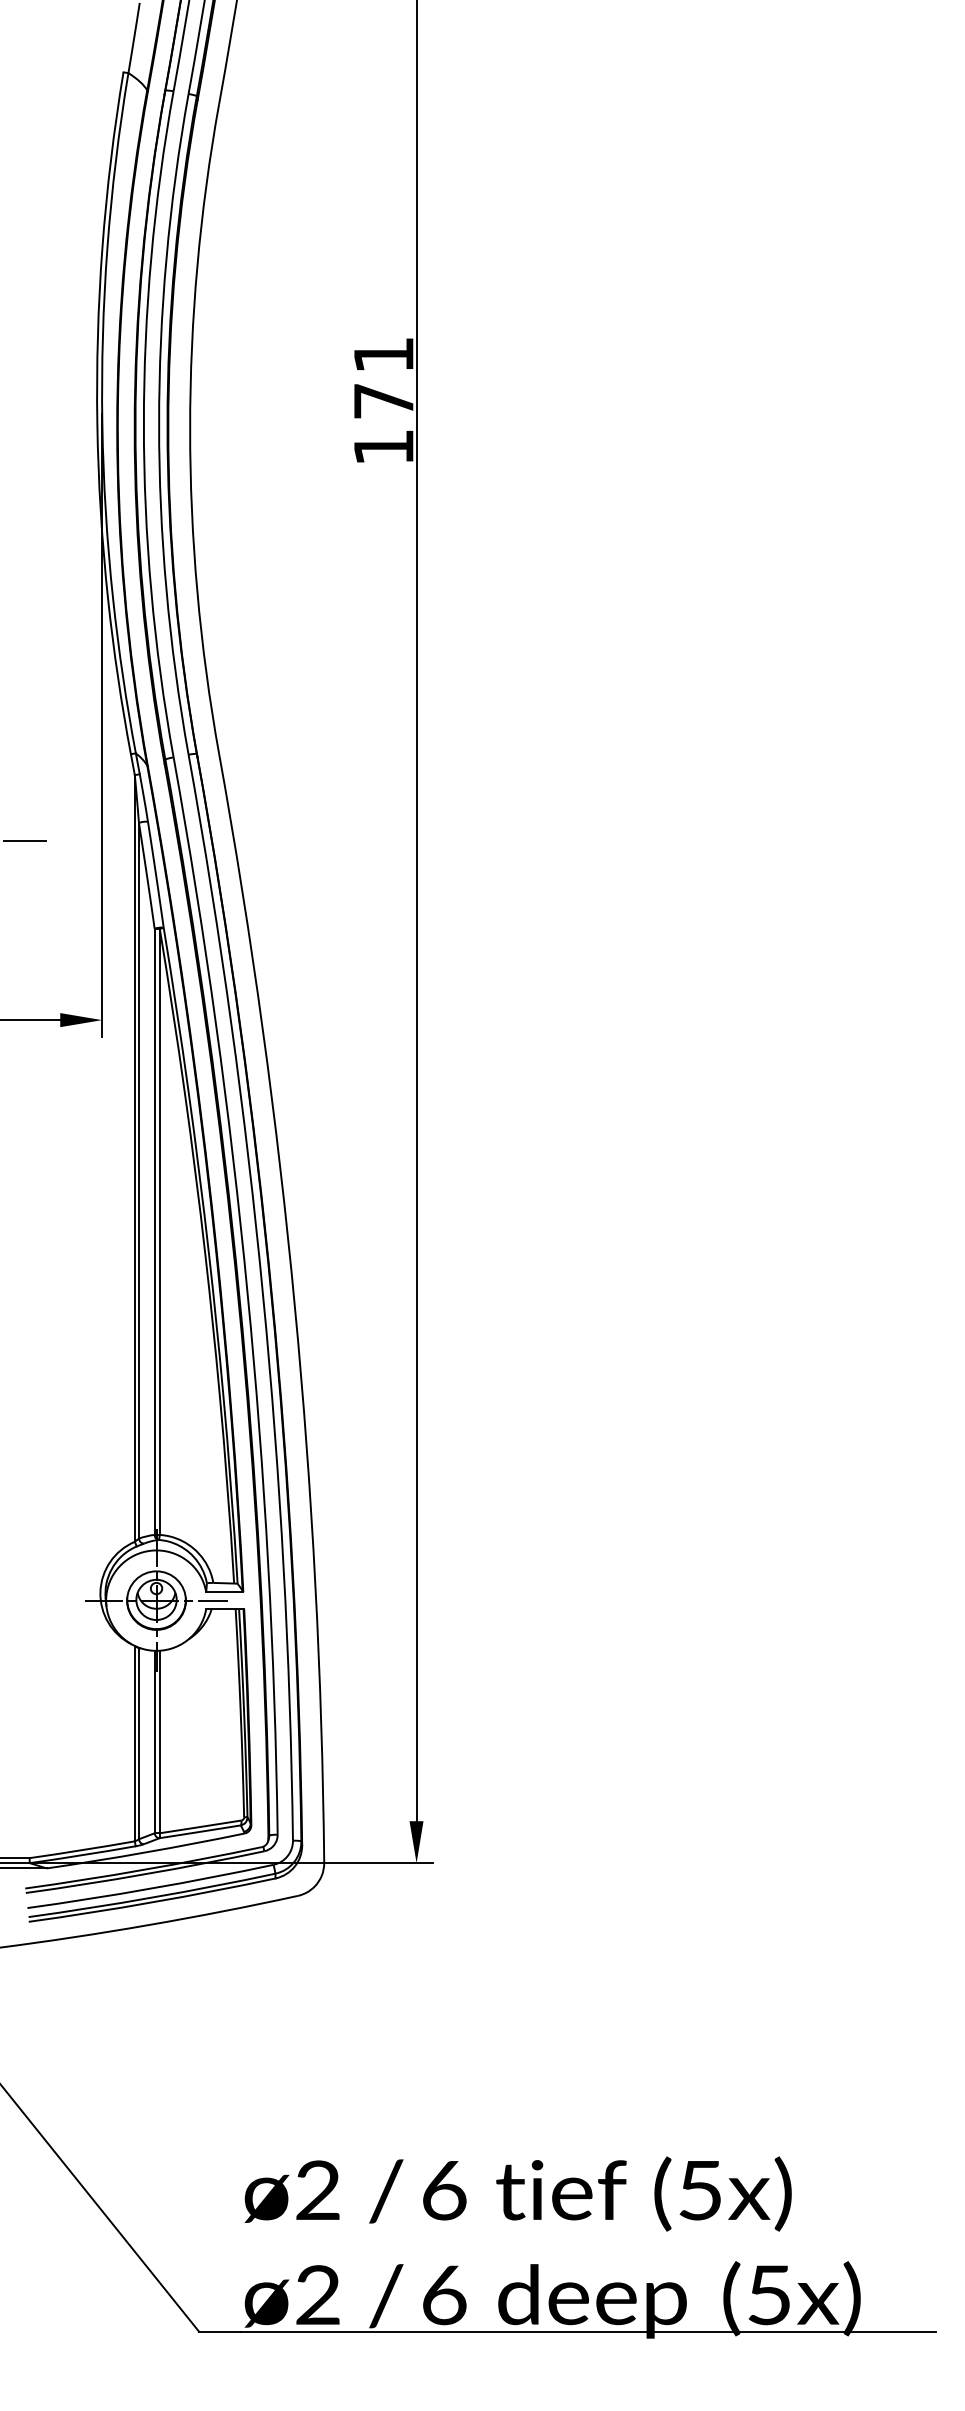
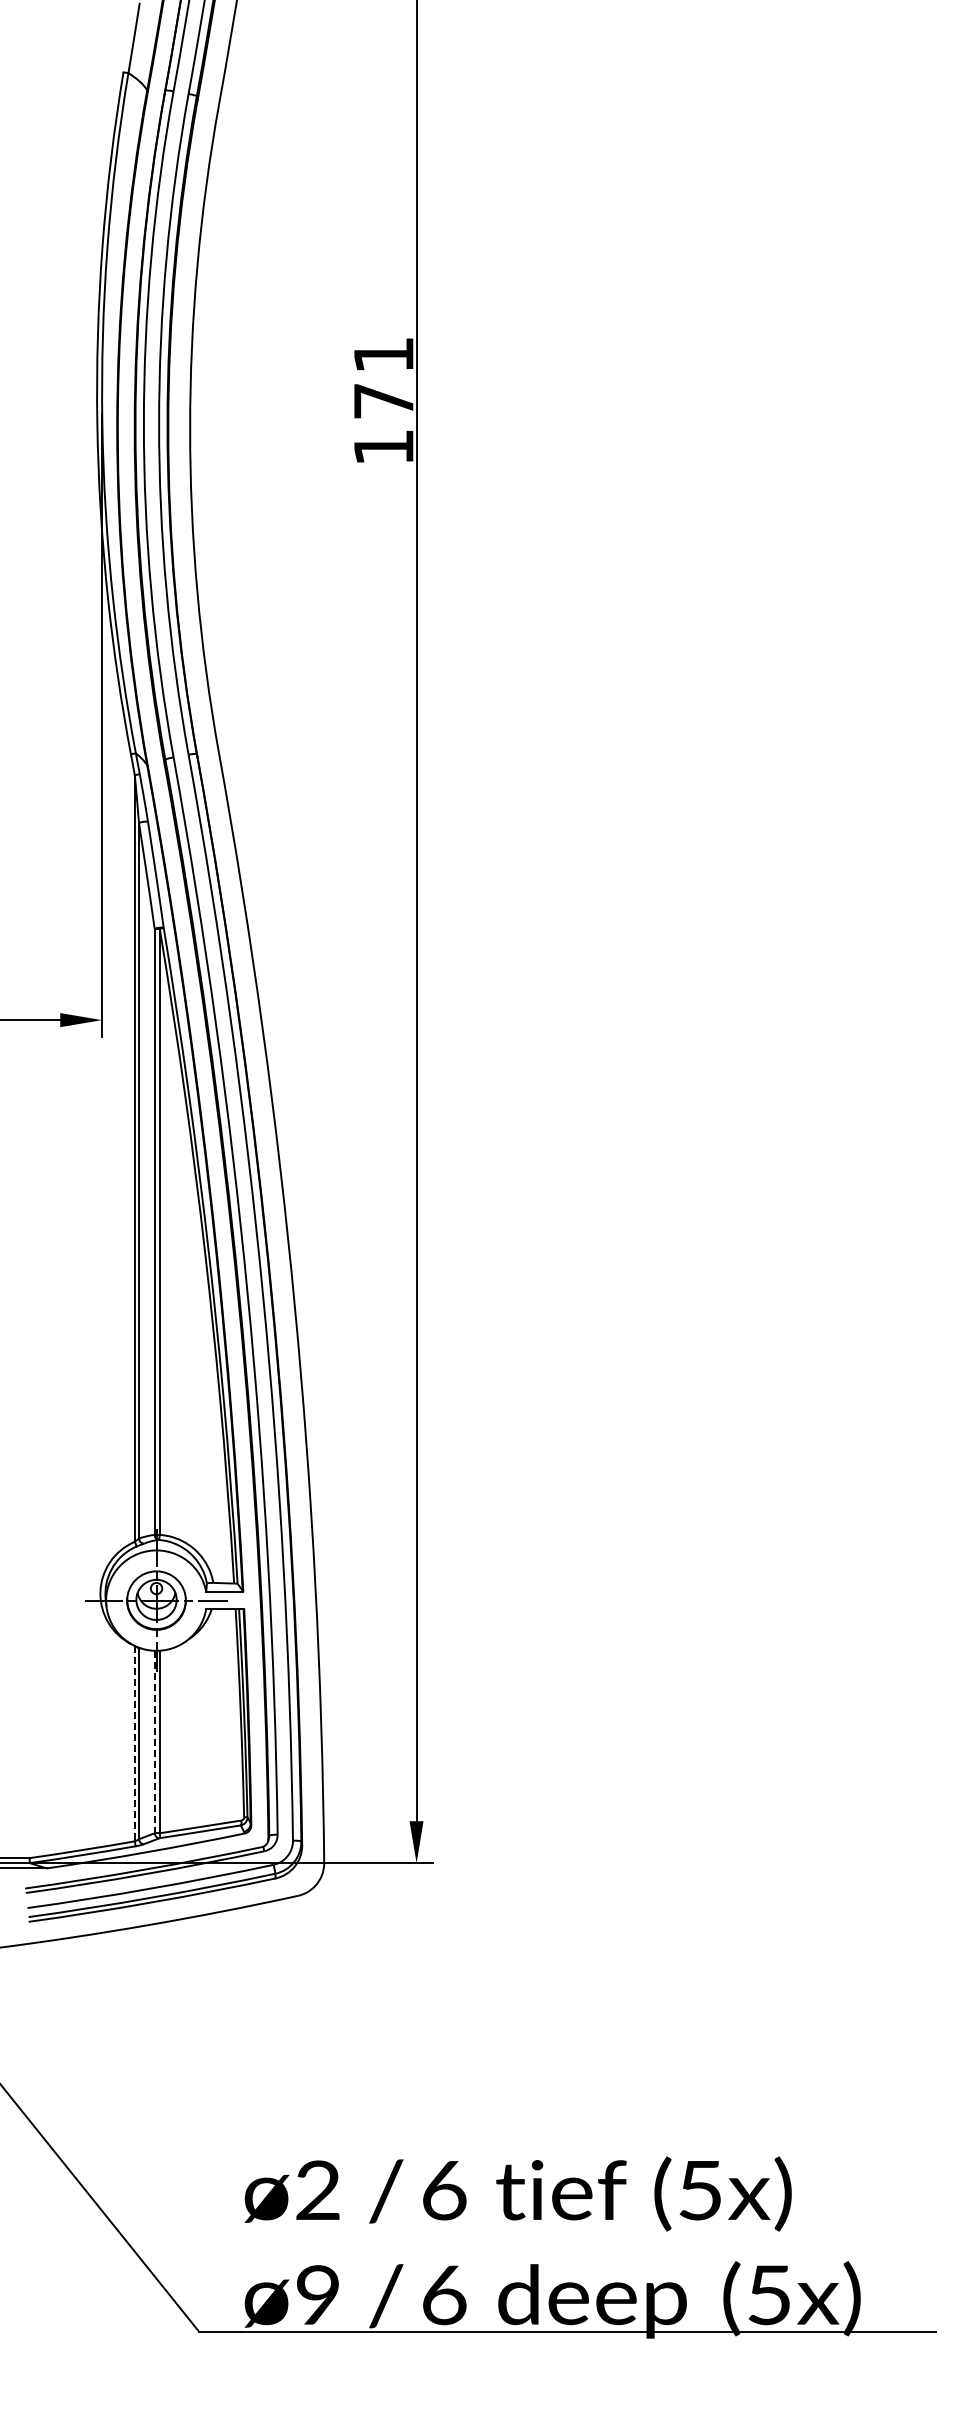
line at (24, 841): present -> none
line at (154, 1742): solid -> dashed
line at (134, 1743): solid -> dashed
text at (317, 2294): ø2 -> ø9
